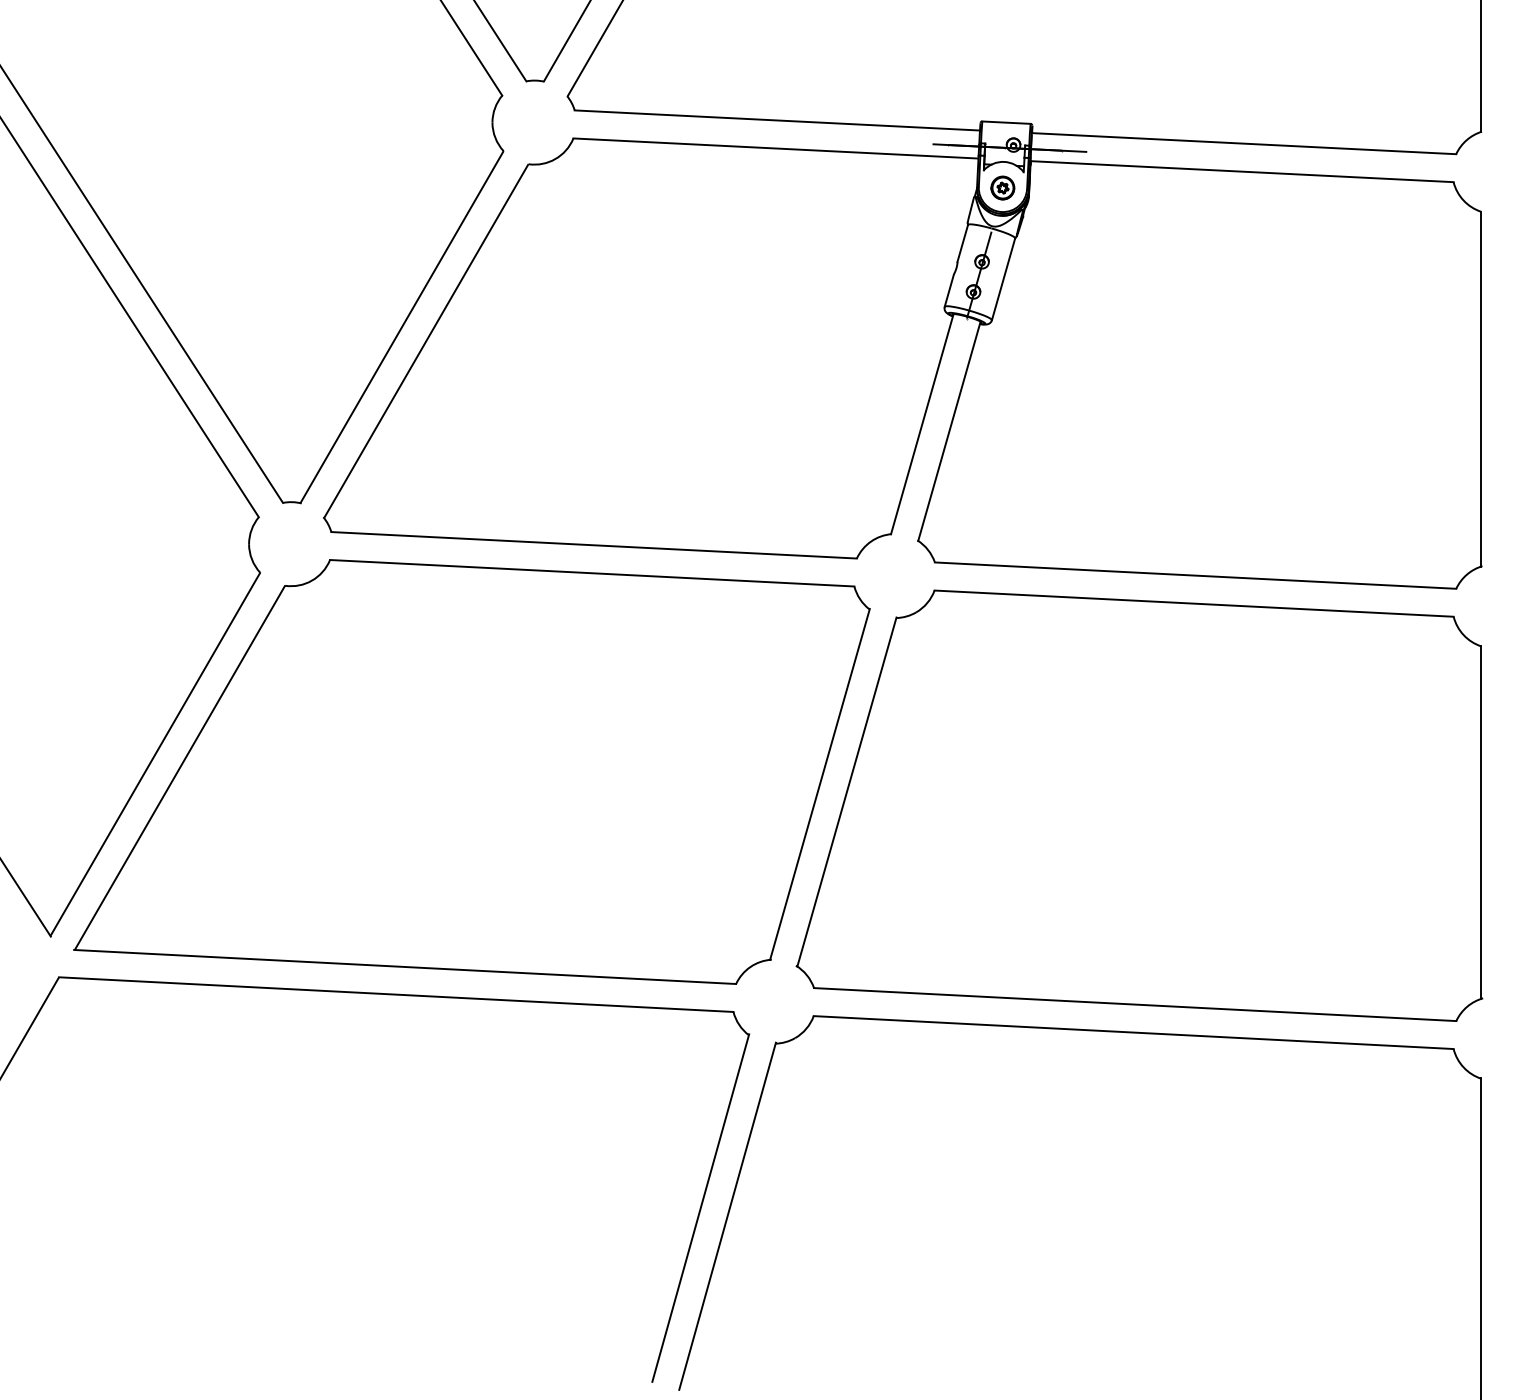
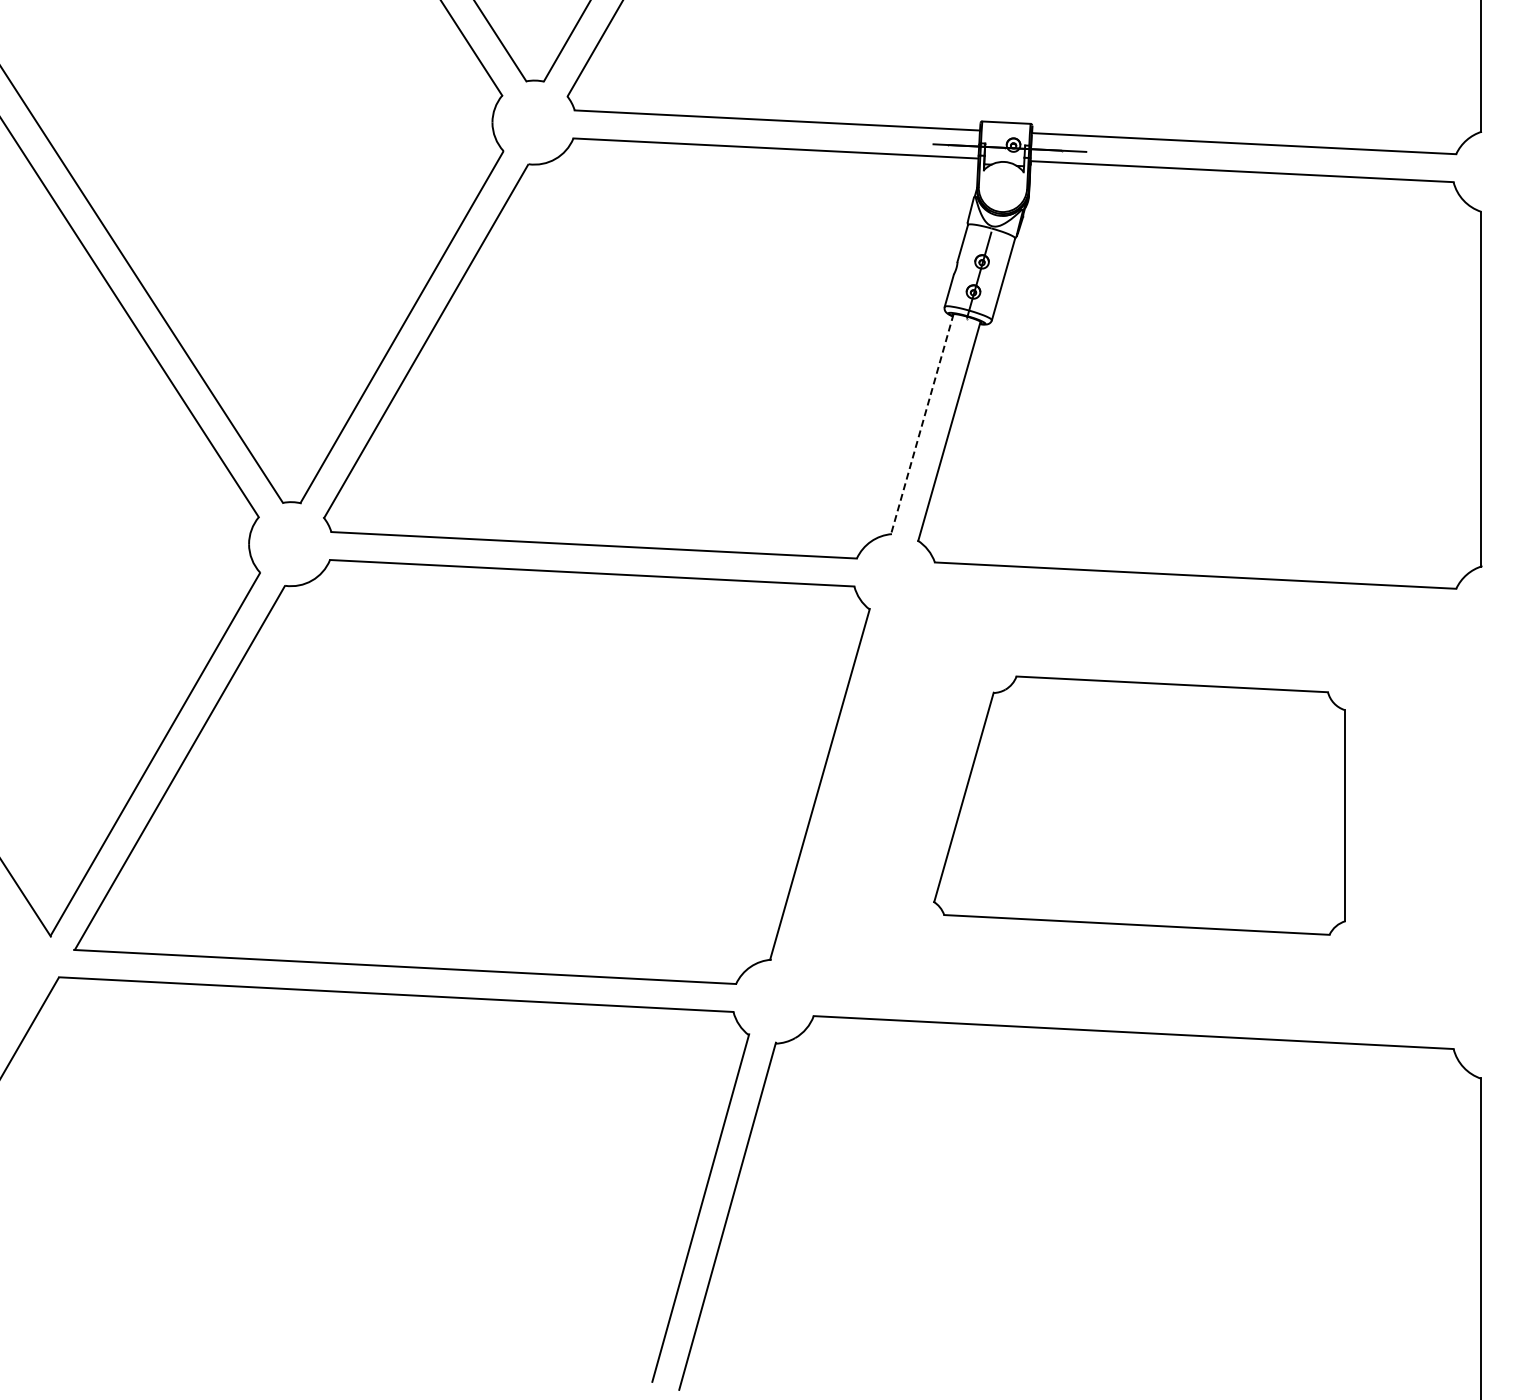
part at (1002, 187): present -> none
line at (922, 424): solid -> dashed
part at (1139, 805) size: 689x433 px -> 413x261 px
